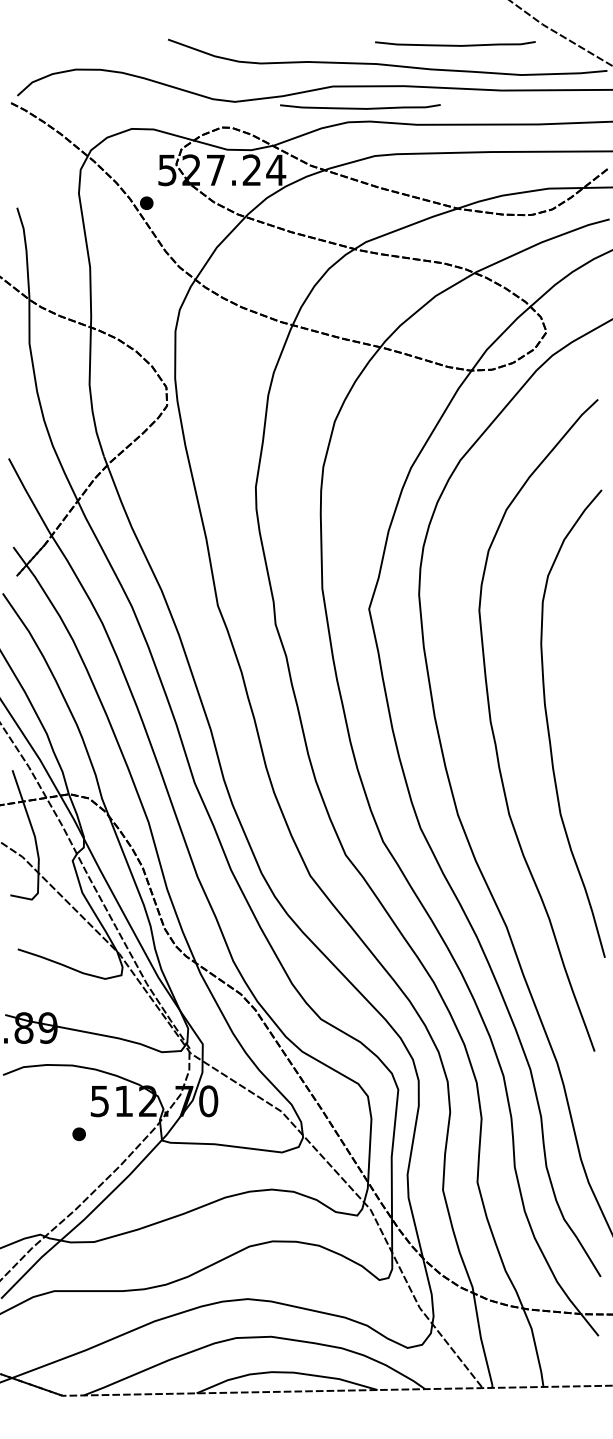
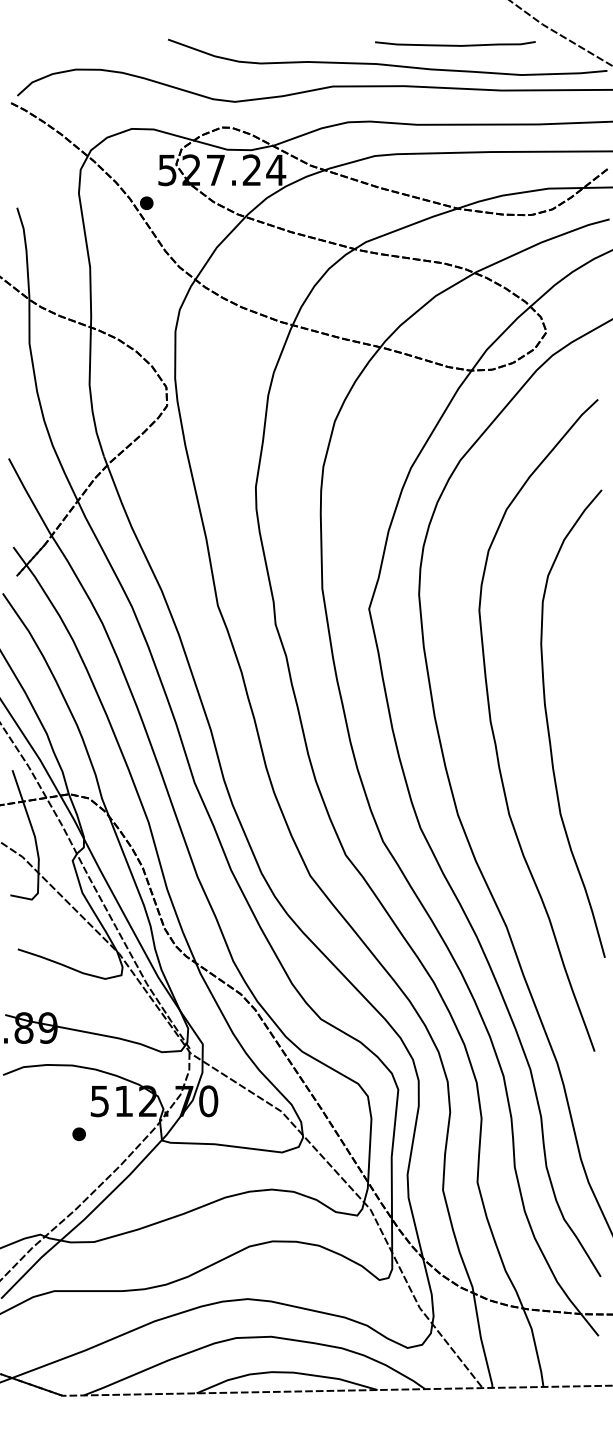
curve at (360, 107): present -> none
